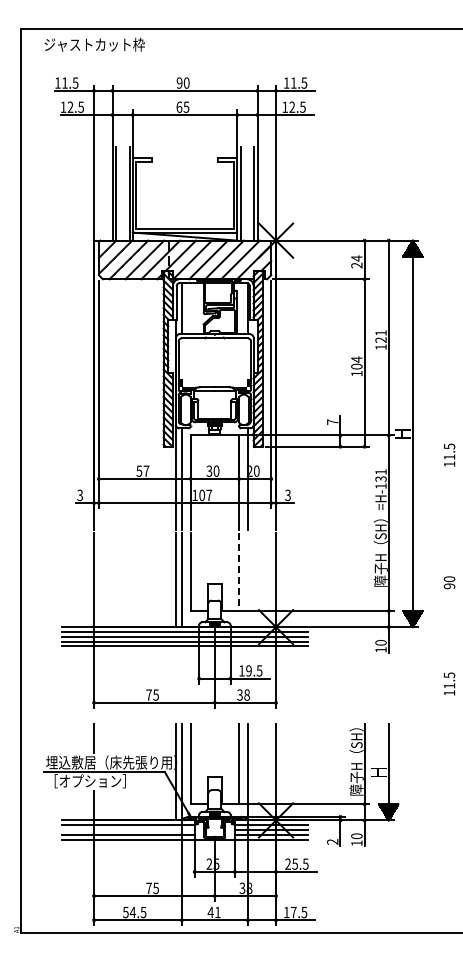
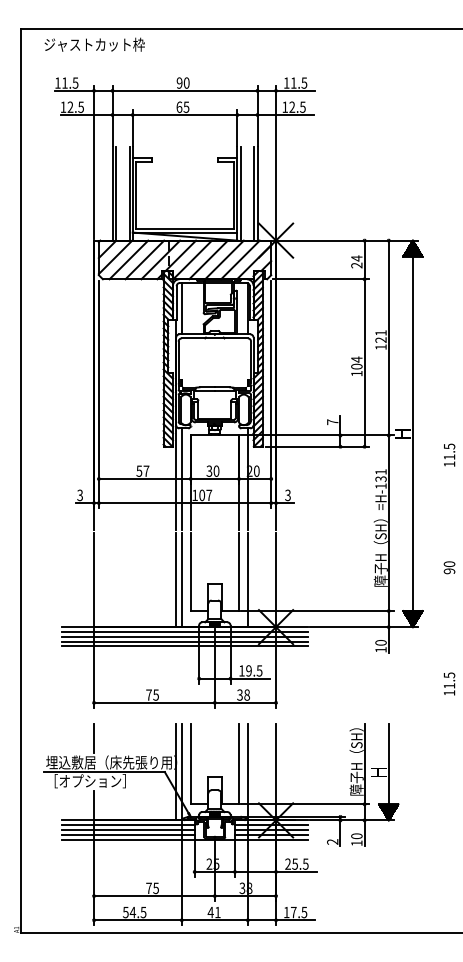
line at (239, 572): dashed -> solid
line at (247, 579): none -> present
text at (449, 582) position: (449, 582) -> (449, 567)
line at (127, 830): none -> present
